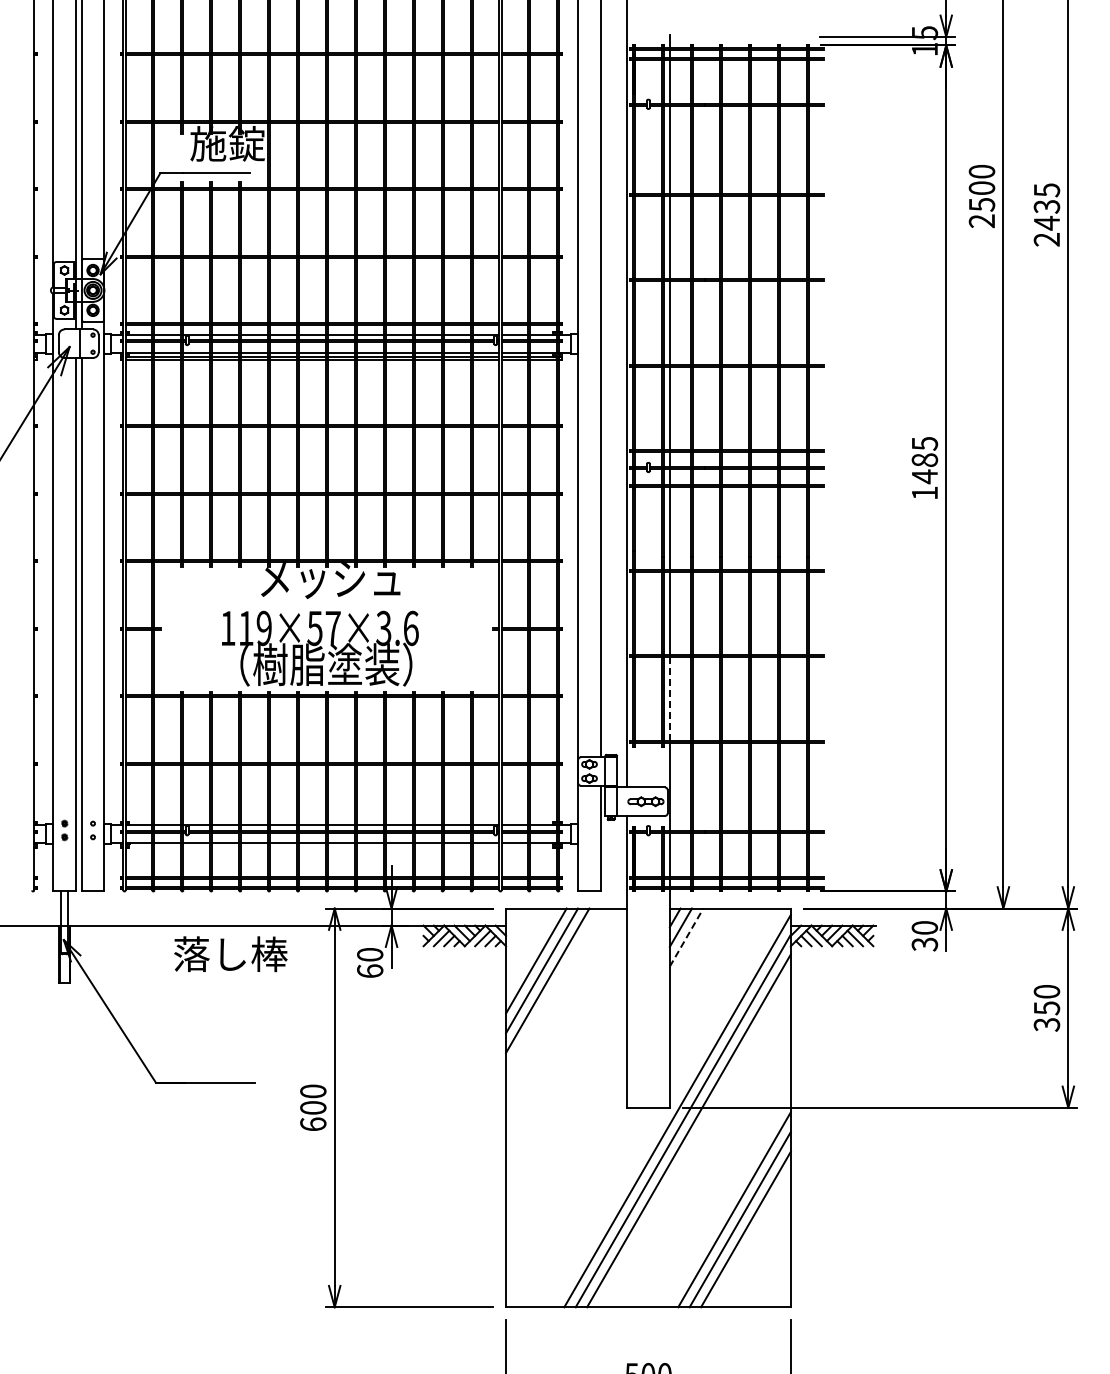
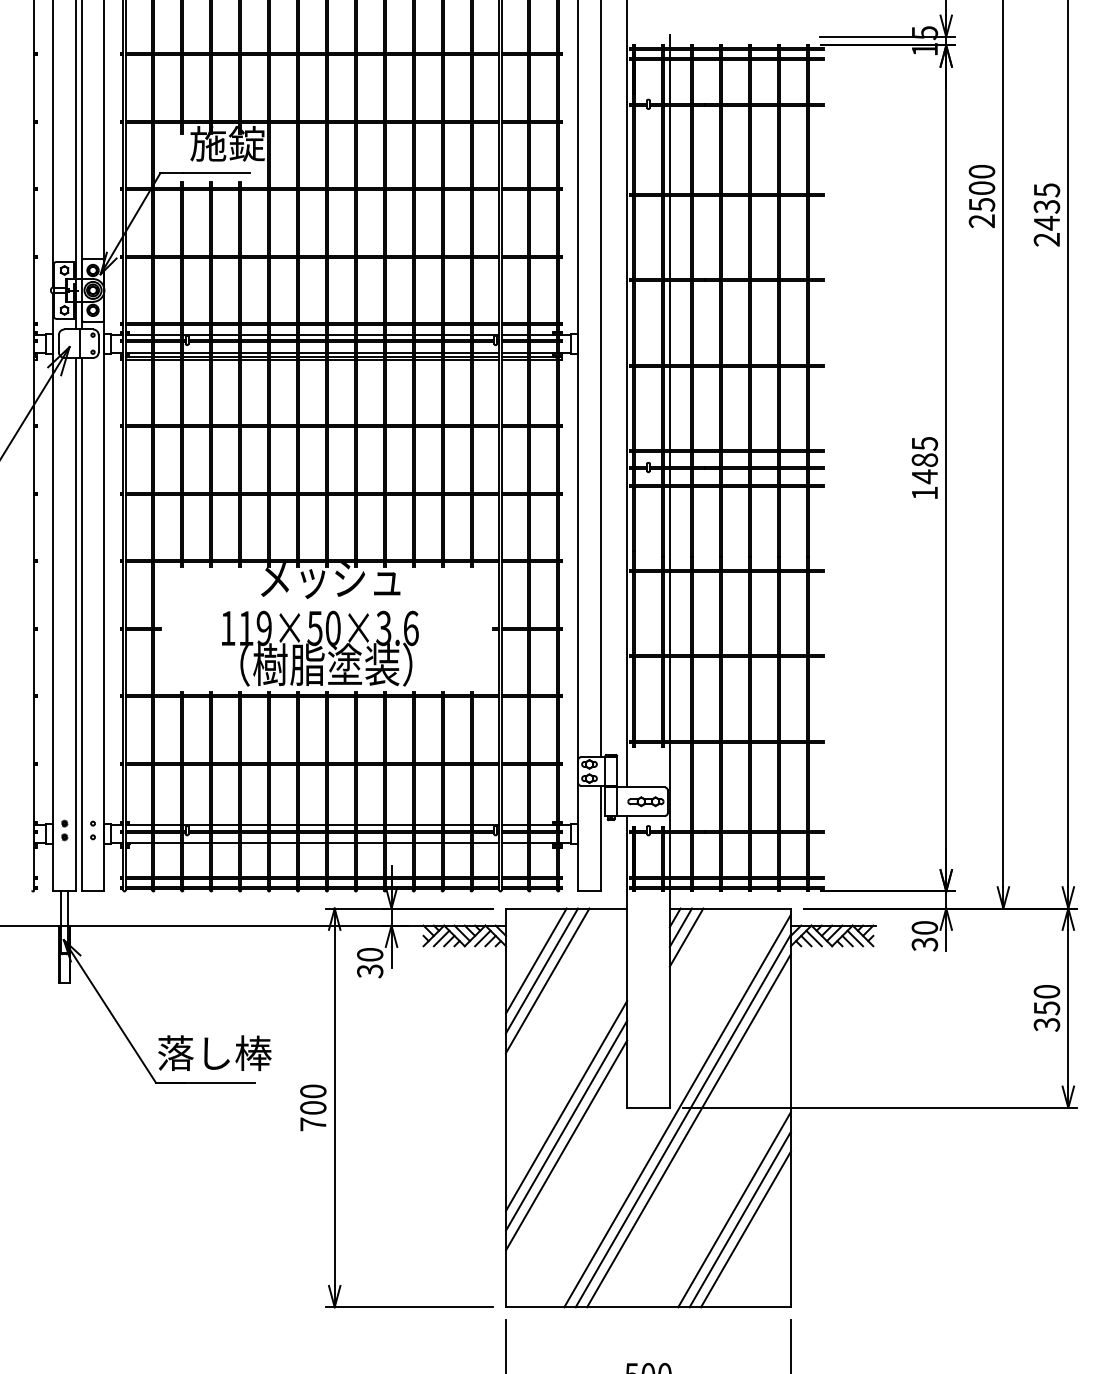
text at (332, 627): 119×57×3.6 -> 119×50×3.6
line at (669, 699): dashed -> solid
line at (686, 937): dashed -> solid
text at (230, 954) position: (230, 954) -> (214, 1053)
text at (370, 971): 60 -> 30
line at (566, 1105): none -> present
text at (313, 1124): 600 -> 700
line at (566, 1125): none -> present
line at (566, 1145): none -> present
